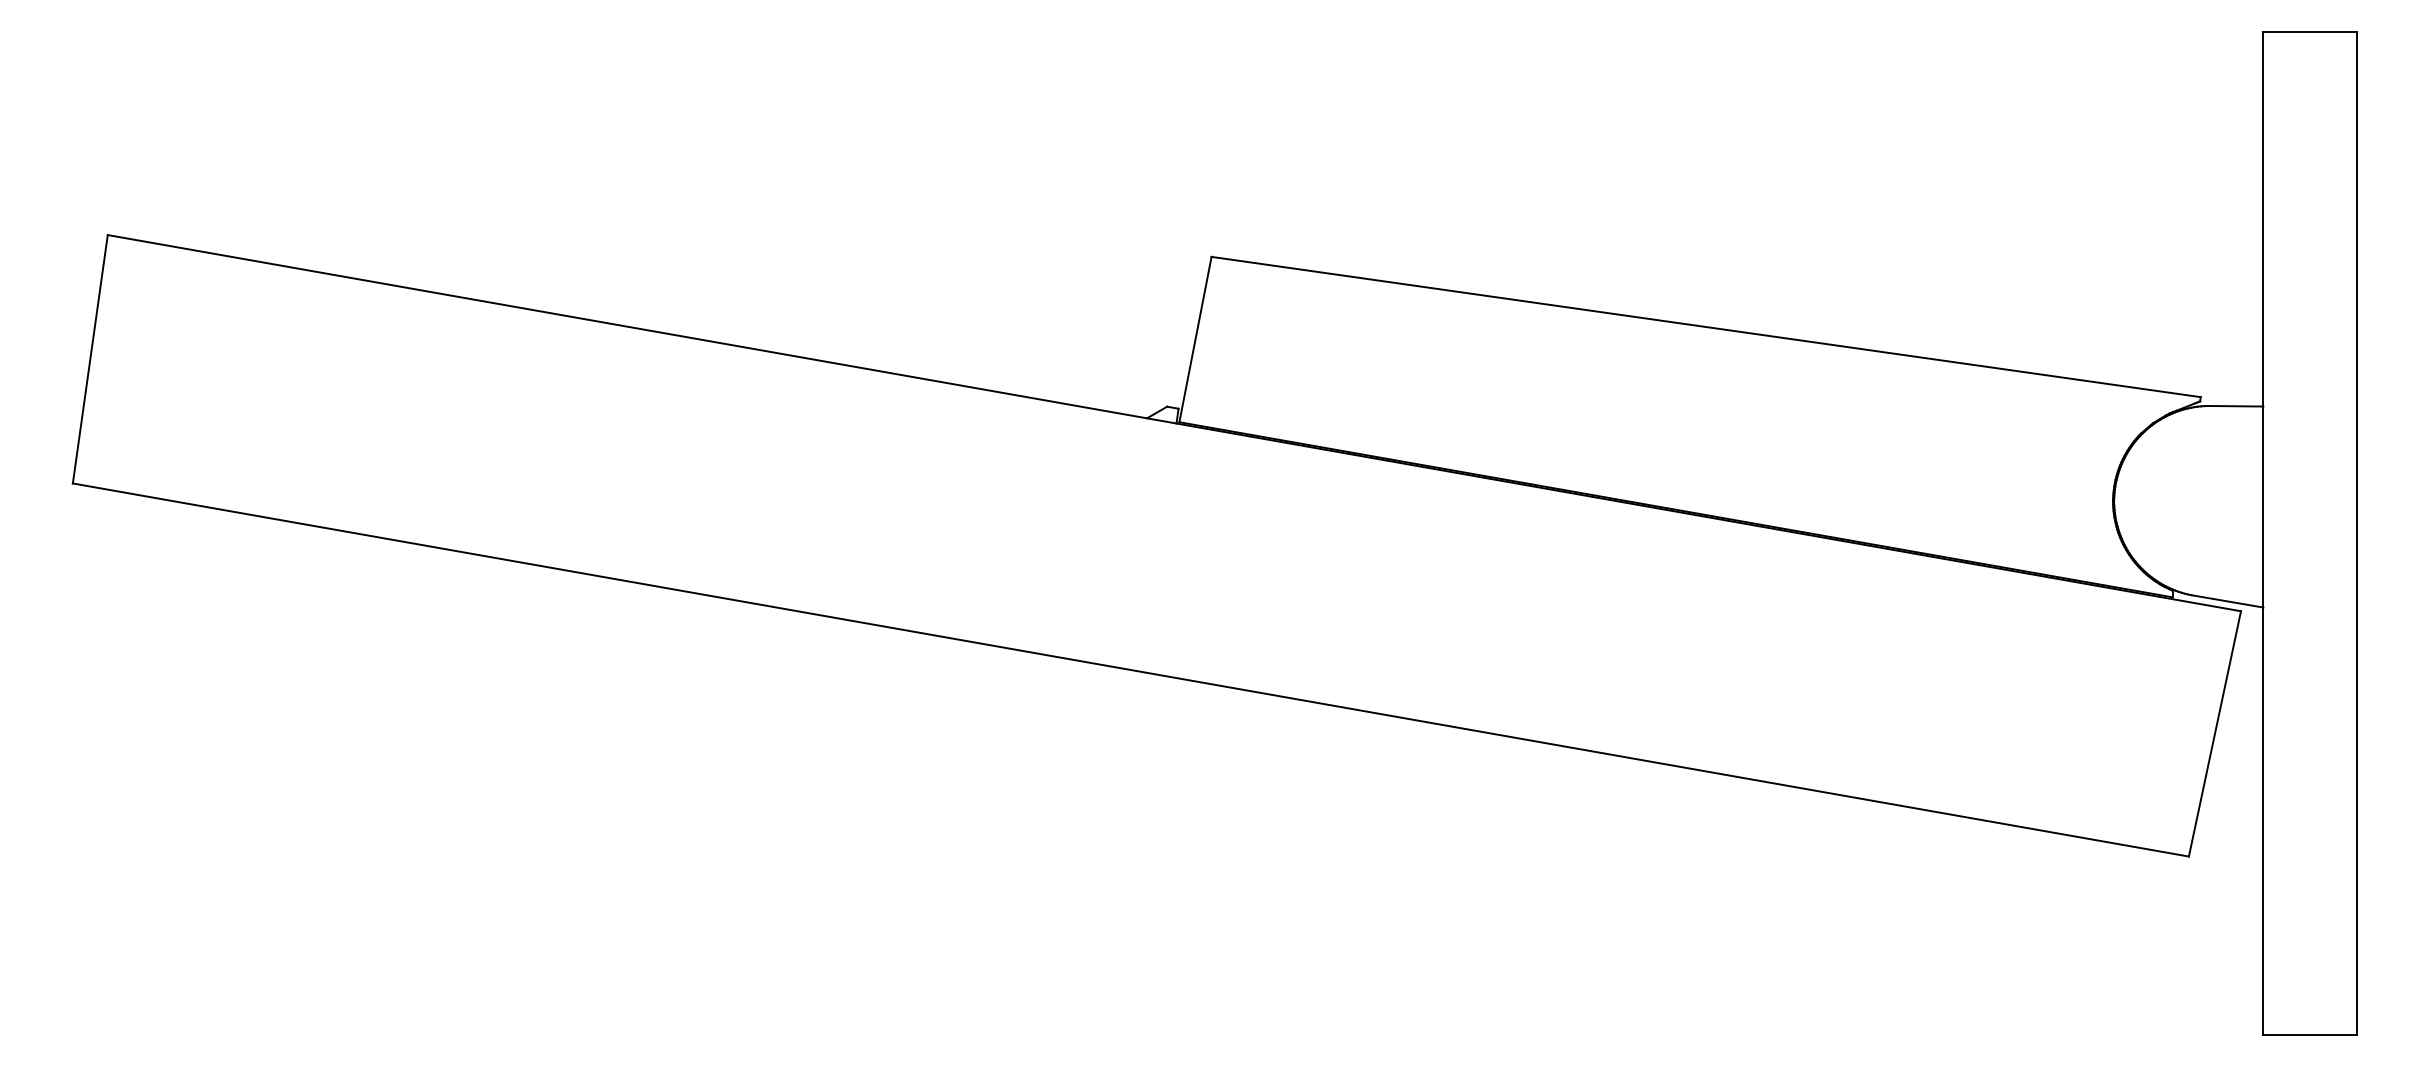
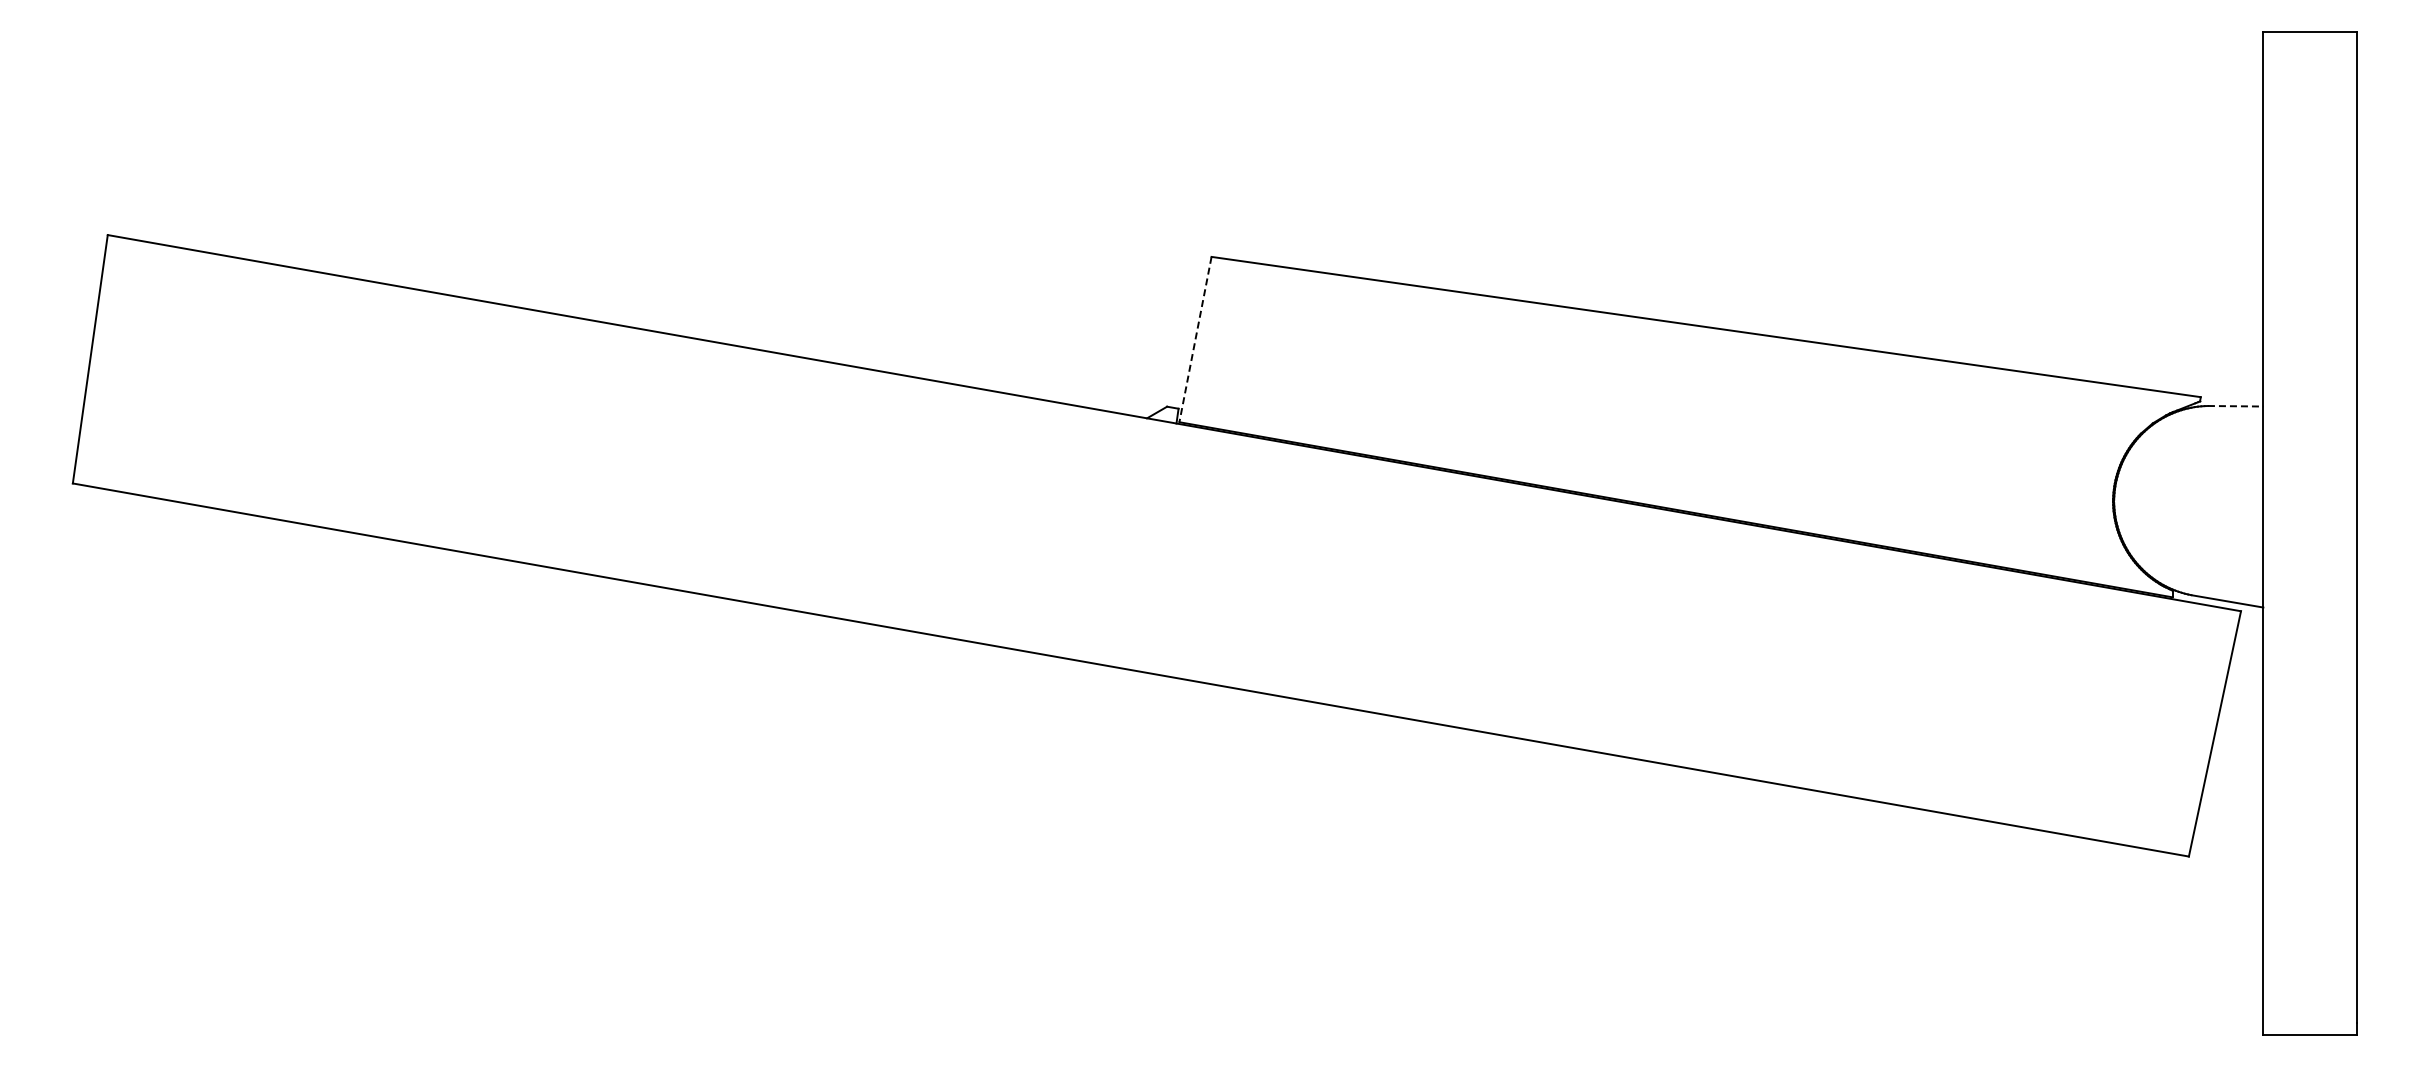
line at (1195, 340): solid -> dashed
line at (2235, 406): solid -> dashed
